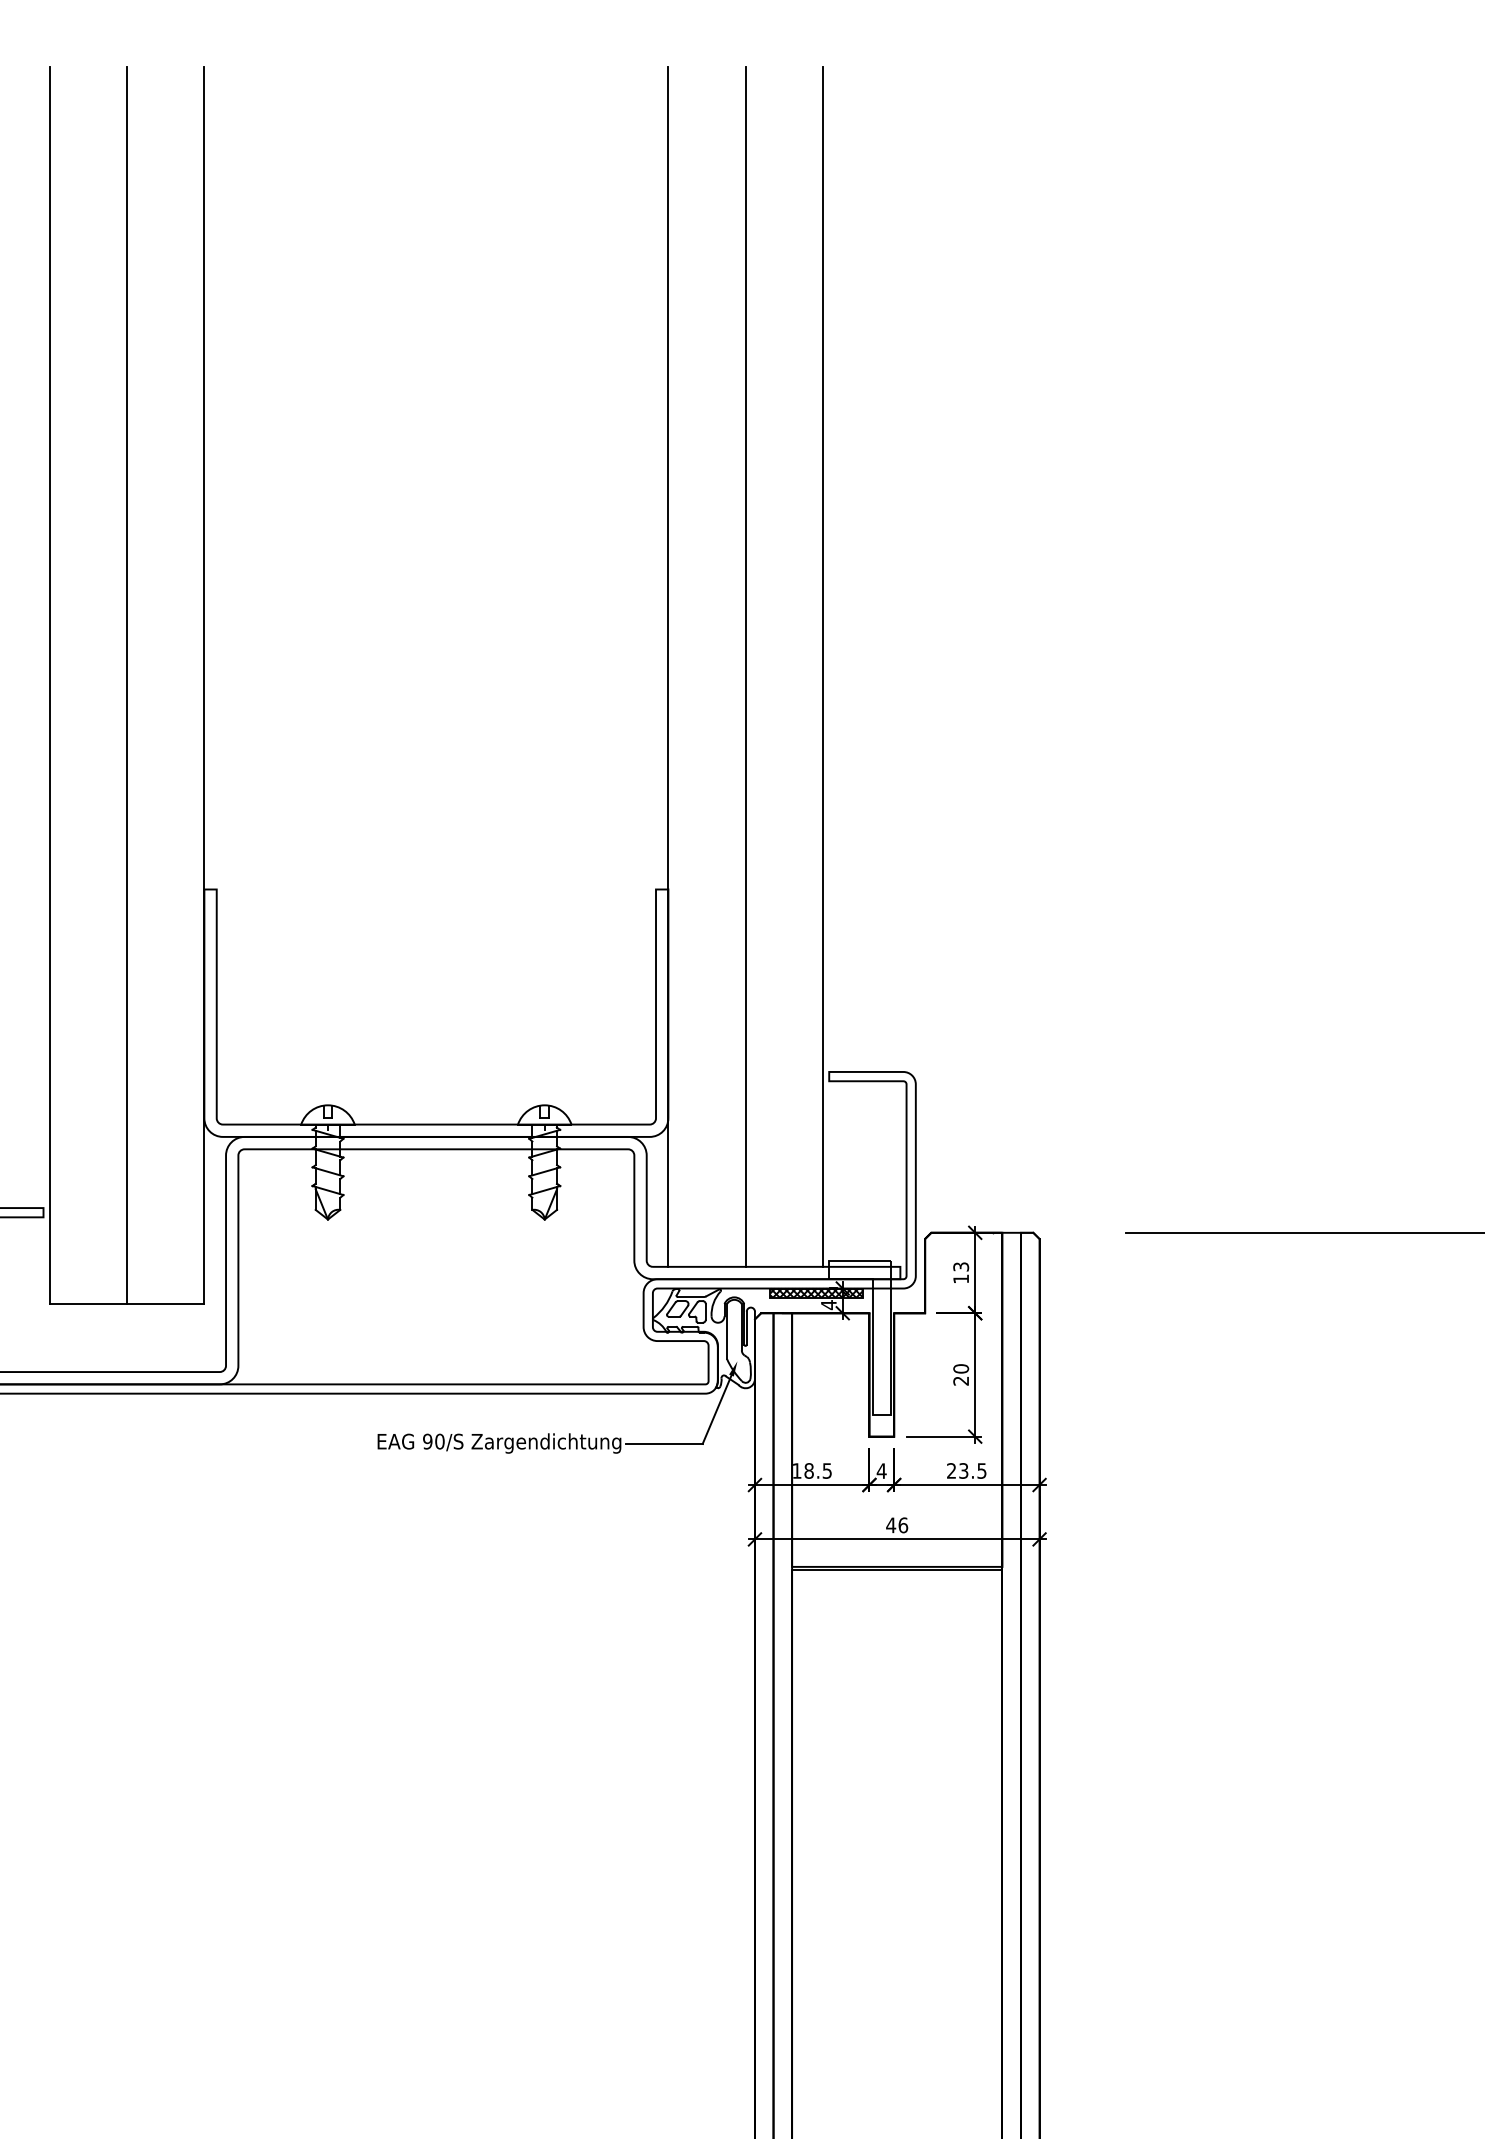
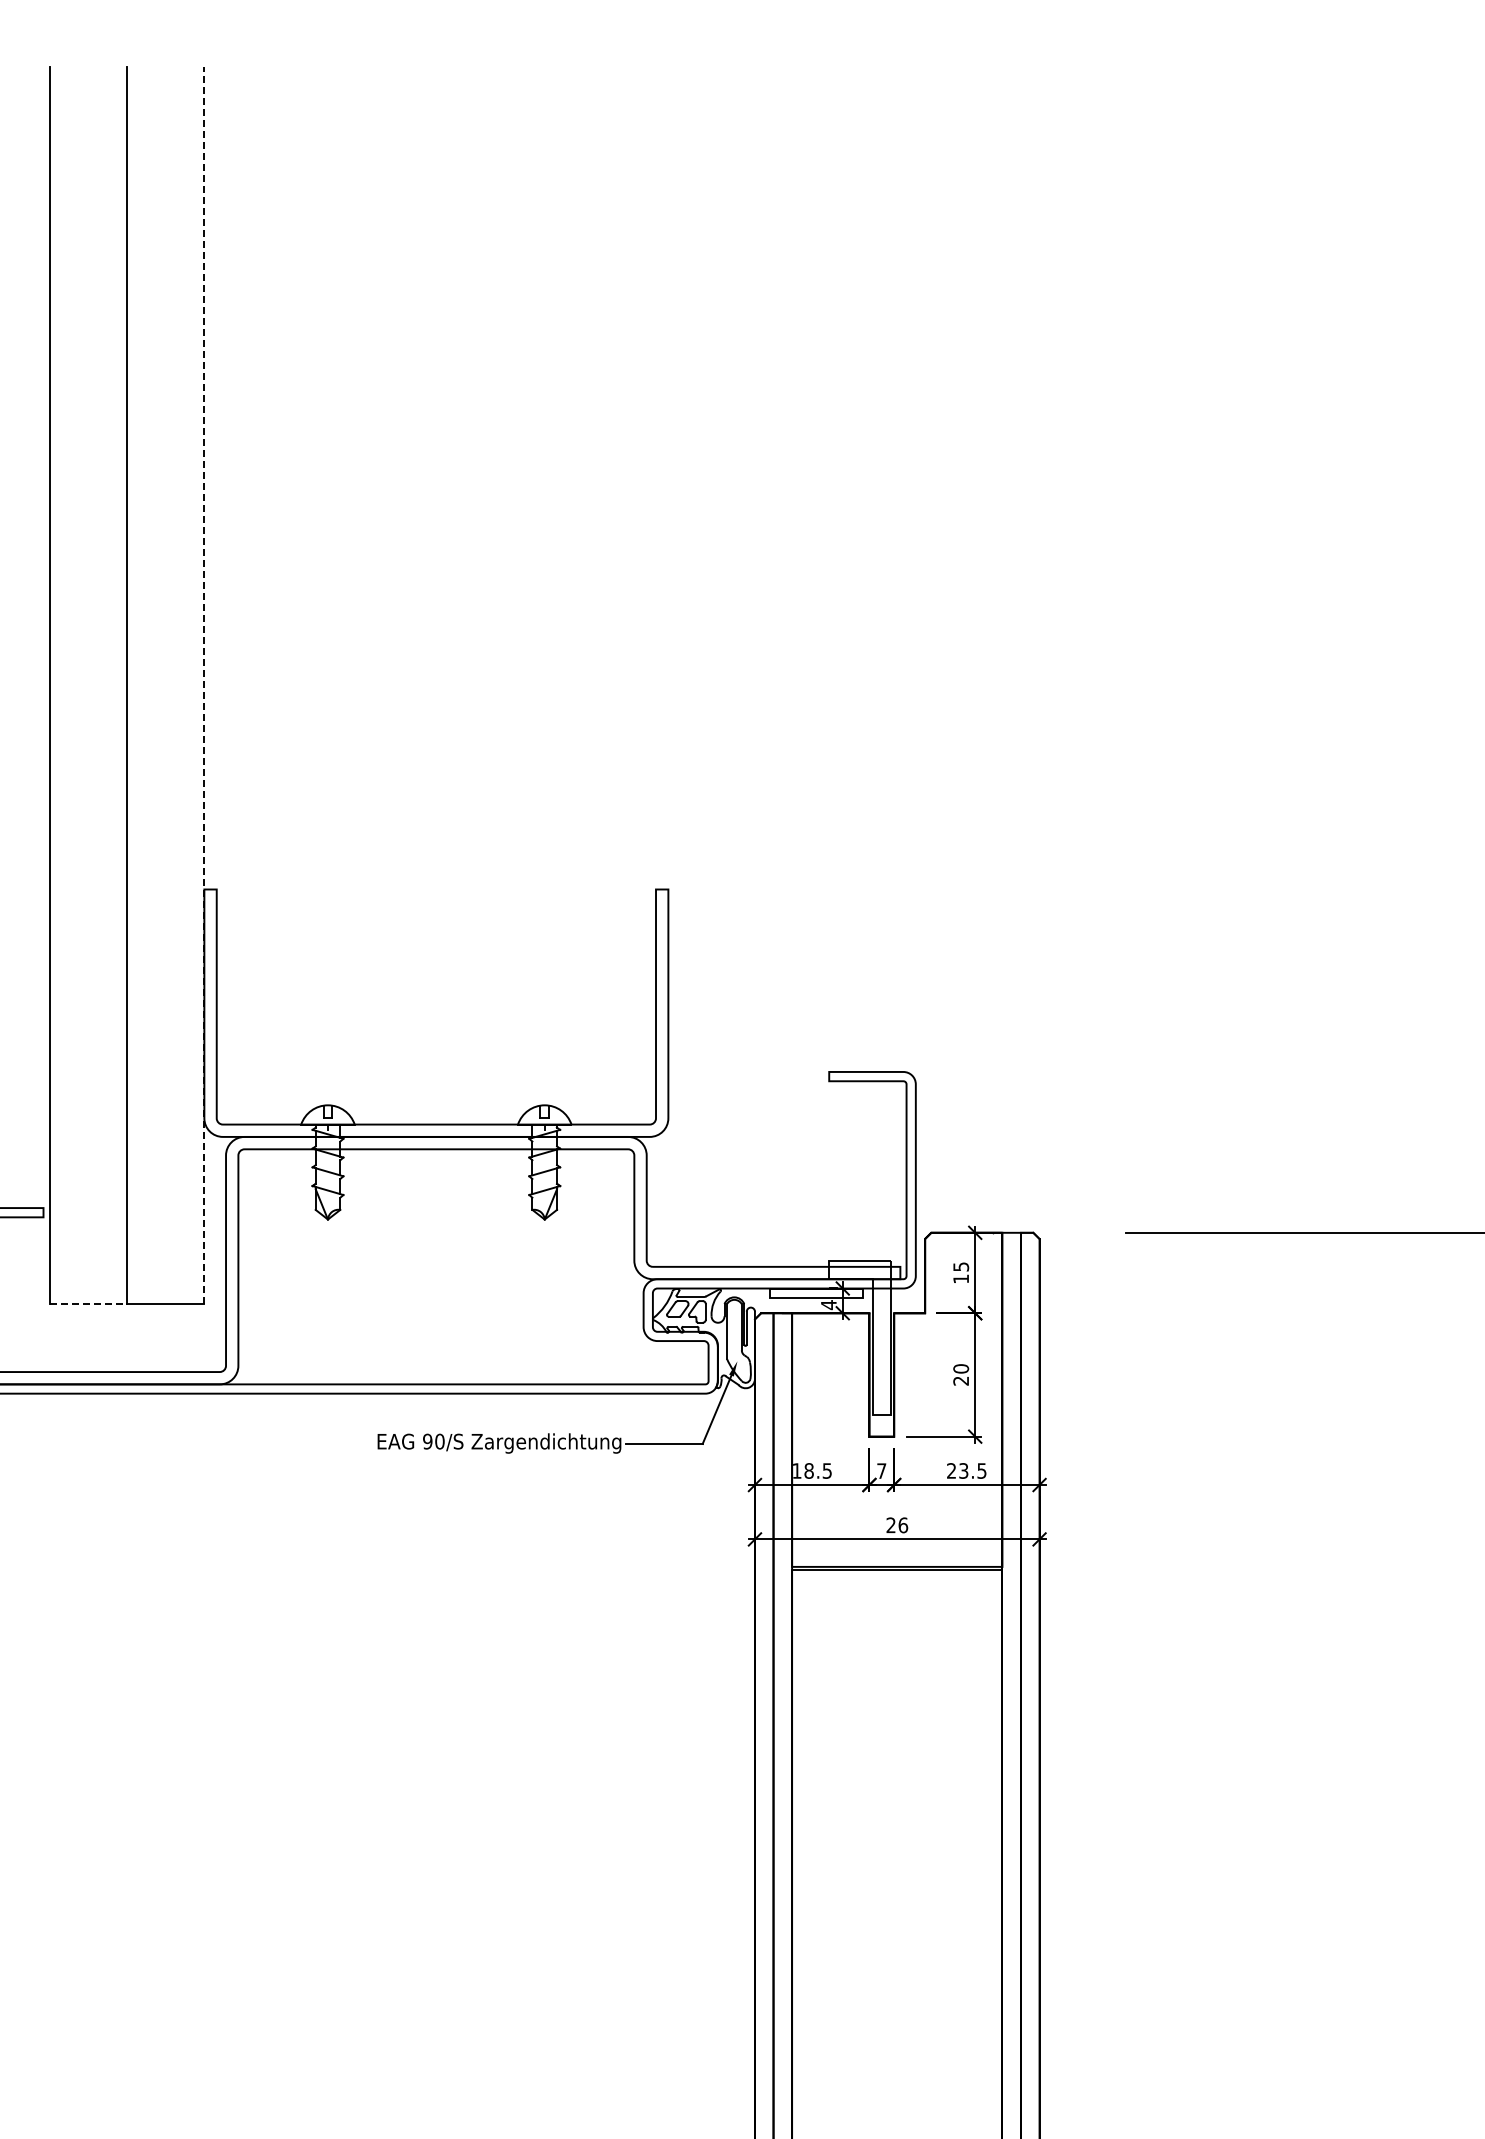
line at (668, 666): present -> none
line at (745, 666): present -> none
line at (823, 666): present -> none
line at (204, 685): solid -> dashed
text at (960, 1266): 13 -> 15
hatch at (816, 1292): present -> none
line at (88, 1303): solid -> dashed
text at (881, 1470): 4 -> 7
text at (891, 1525): 46 -> 26
